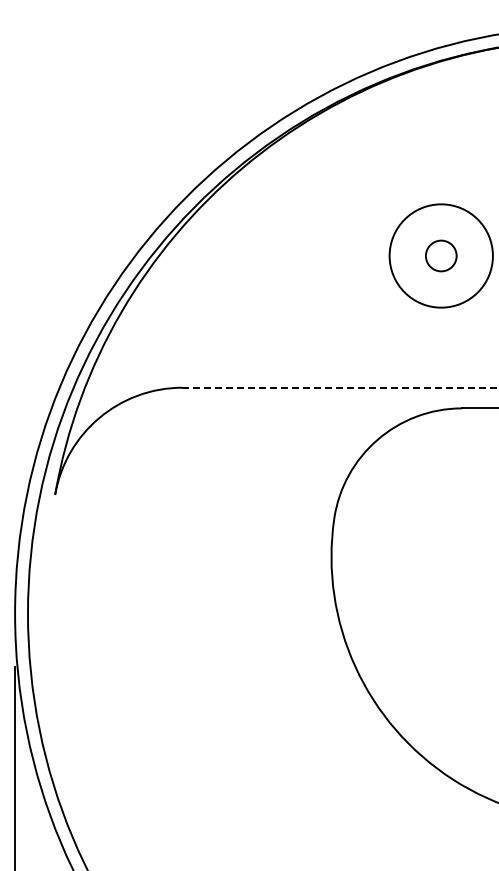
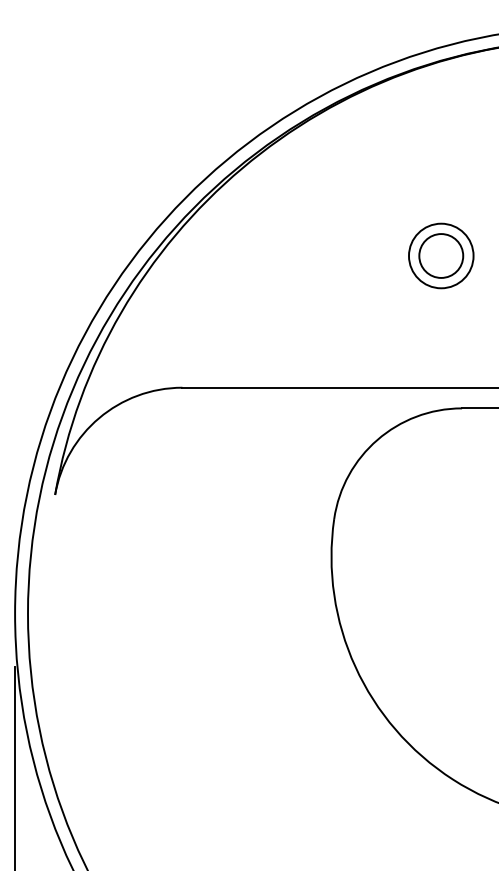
circle at (440, 255) diameter: 103 px -> 65 px
circle at (440, 255) diameter: 31 px -> 44 px
line at (341, 387): dashed -> solid
